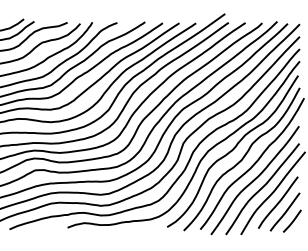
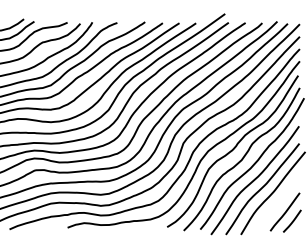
curve at (278, 202): present -> none
